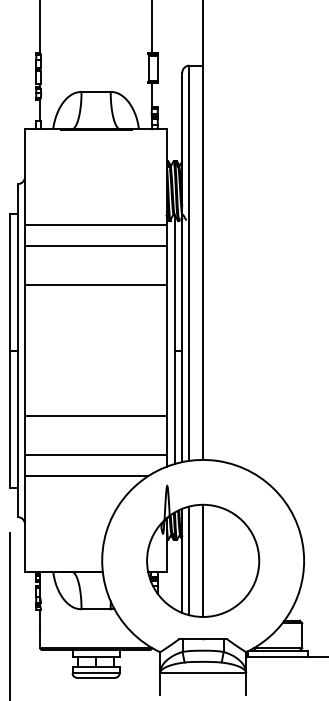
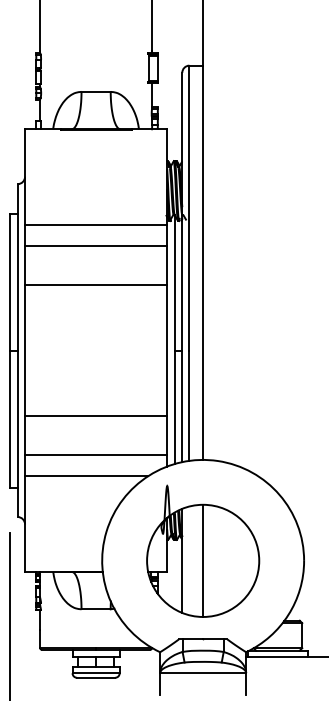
line at (189, 560): present -> none
